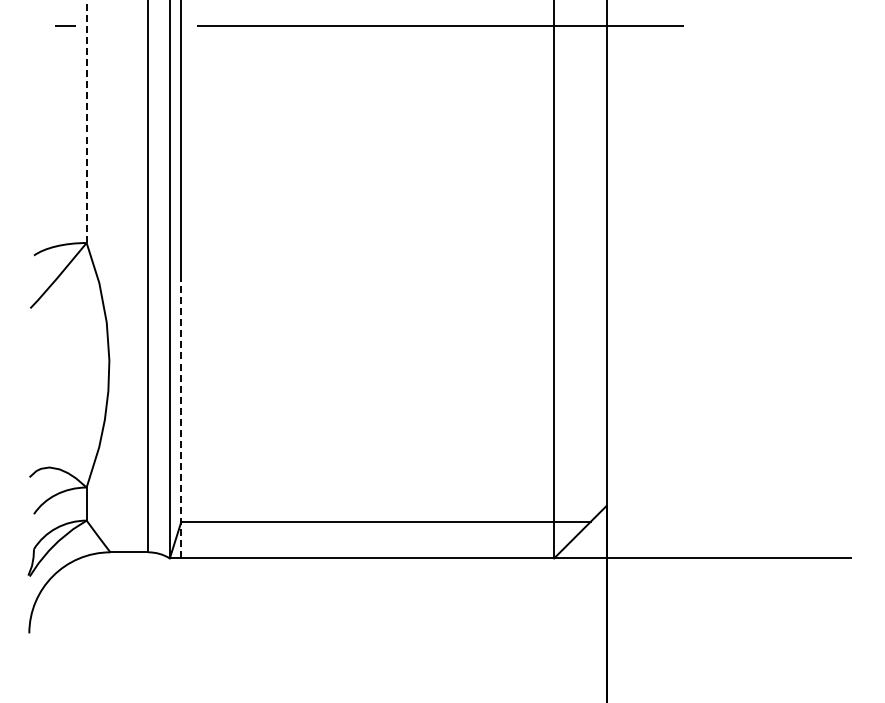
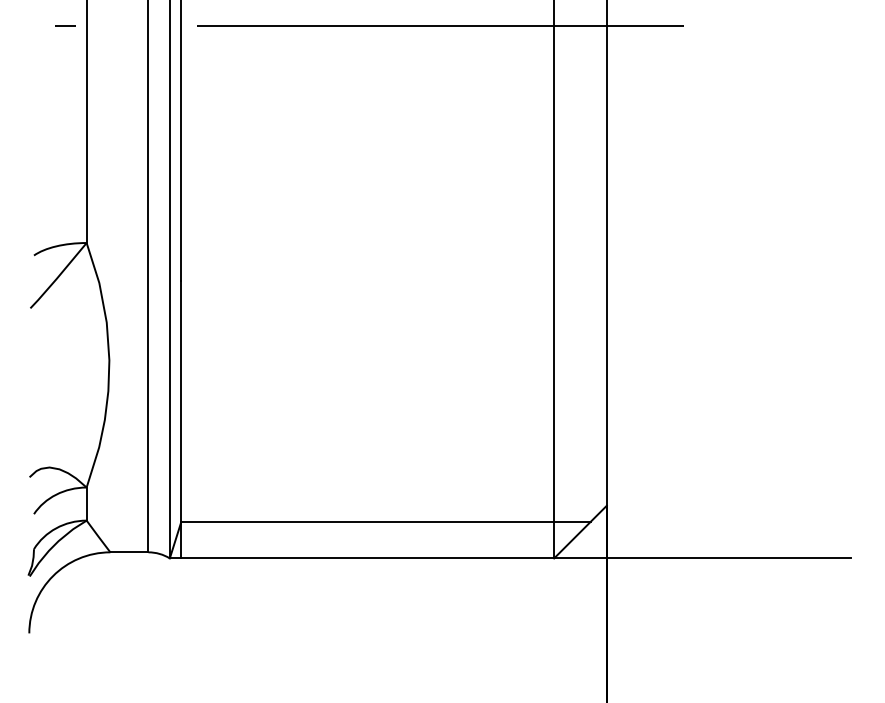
line at (86, 121): dashed -> solid
line at (181, 419): dashed -> solid
